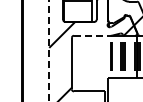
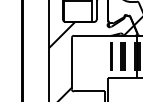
line at (92, 35): dashed -> solid
line at (49, 50): dashed -> solid
